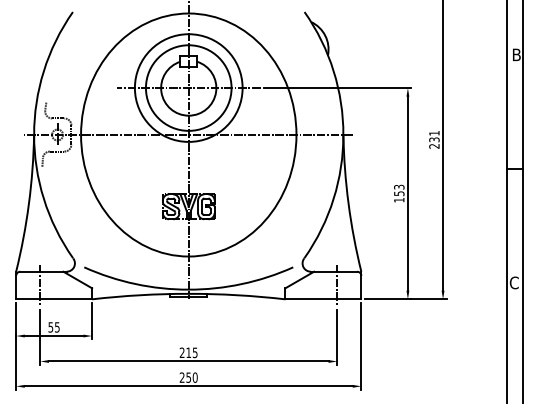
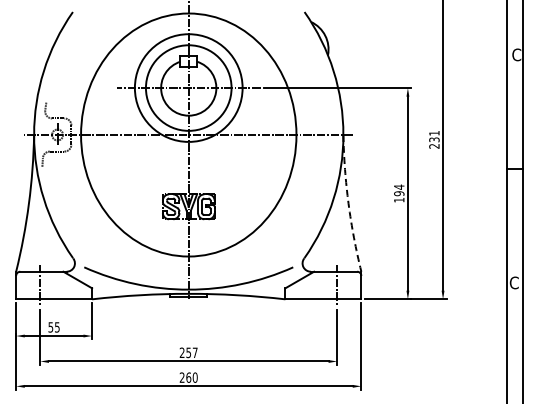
text at (516, 54): B -> C
text at (399, 190): 153 -> 194
arc at (348, 203): solid -> dashed
text at (191, 352): 215 -> 257
text at (188, 377): 250 -> 260
